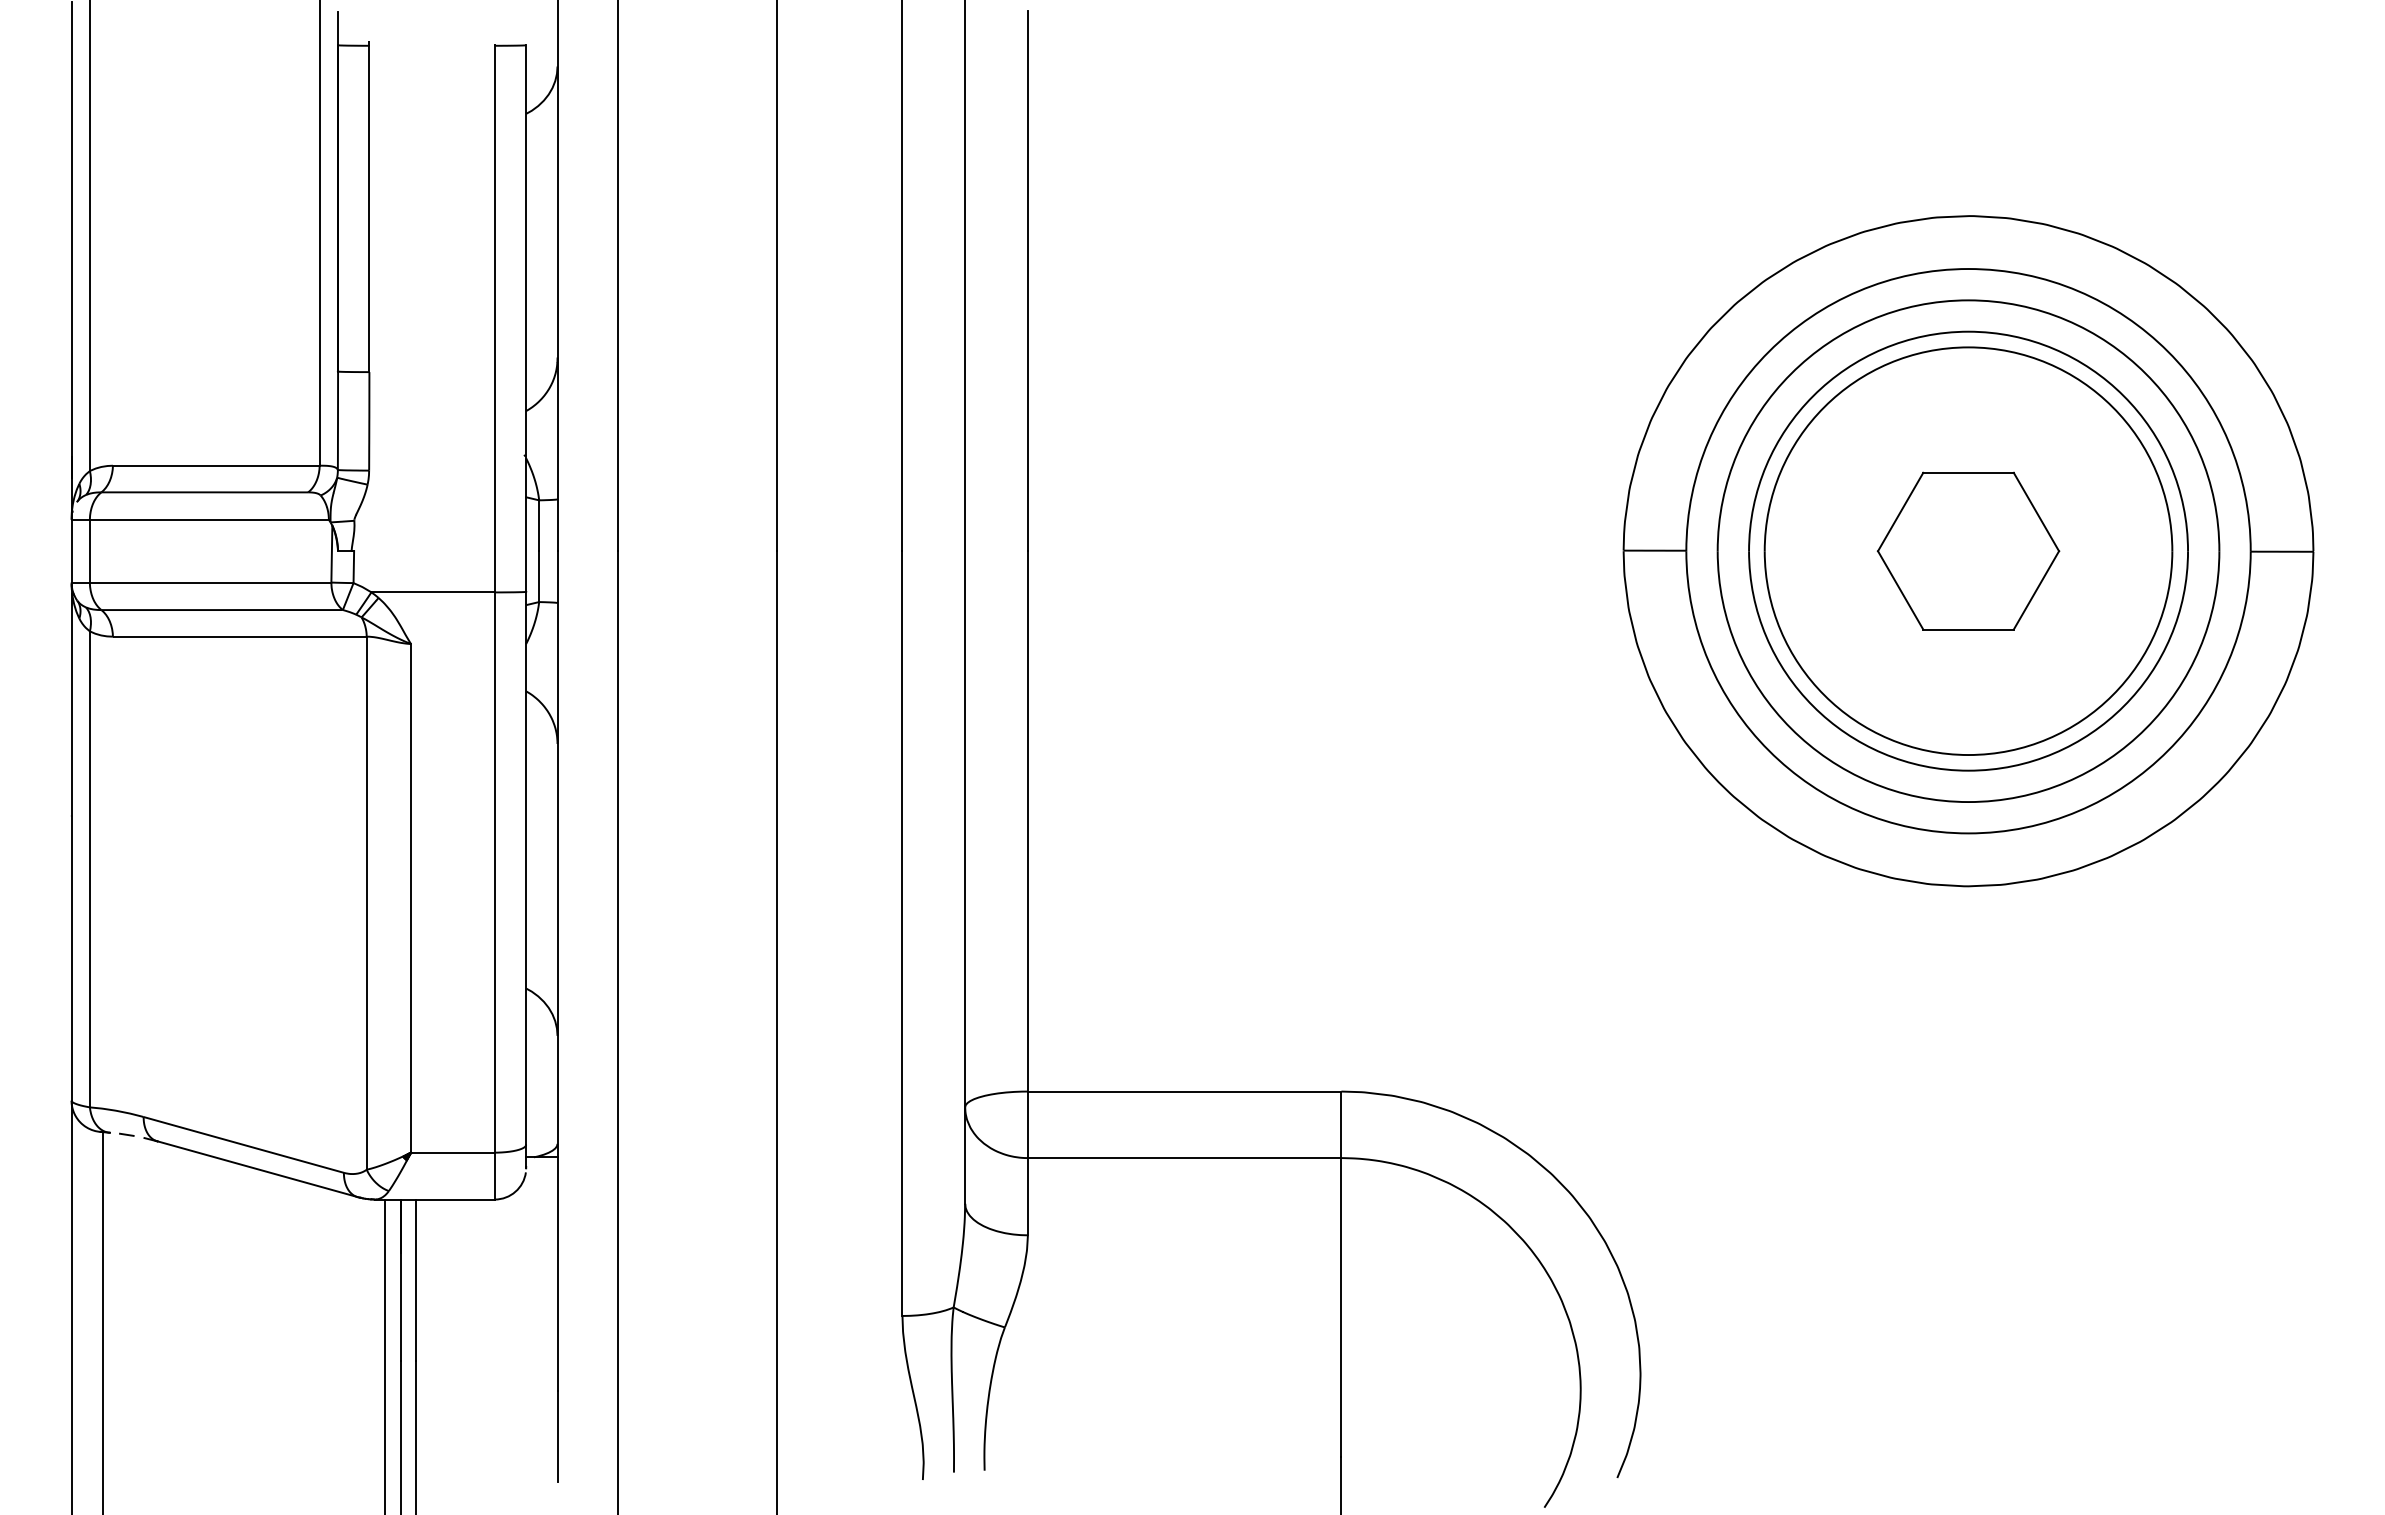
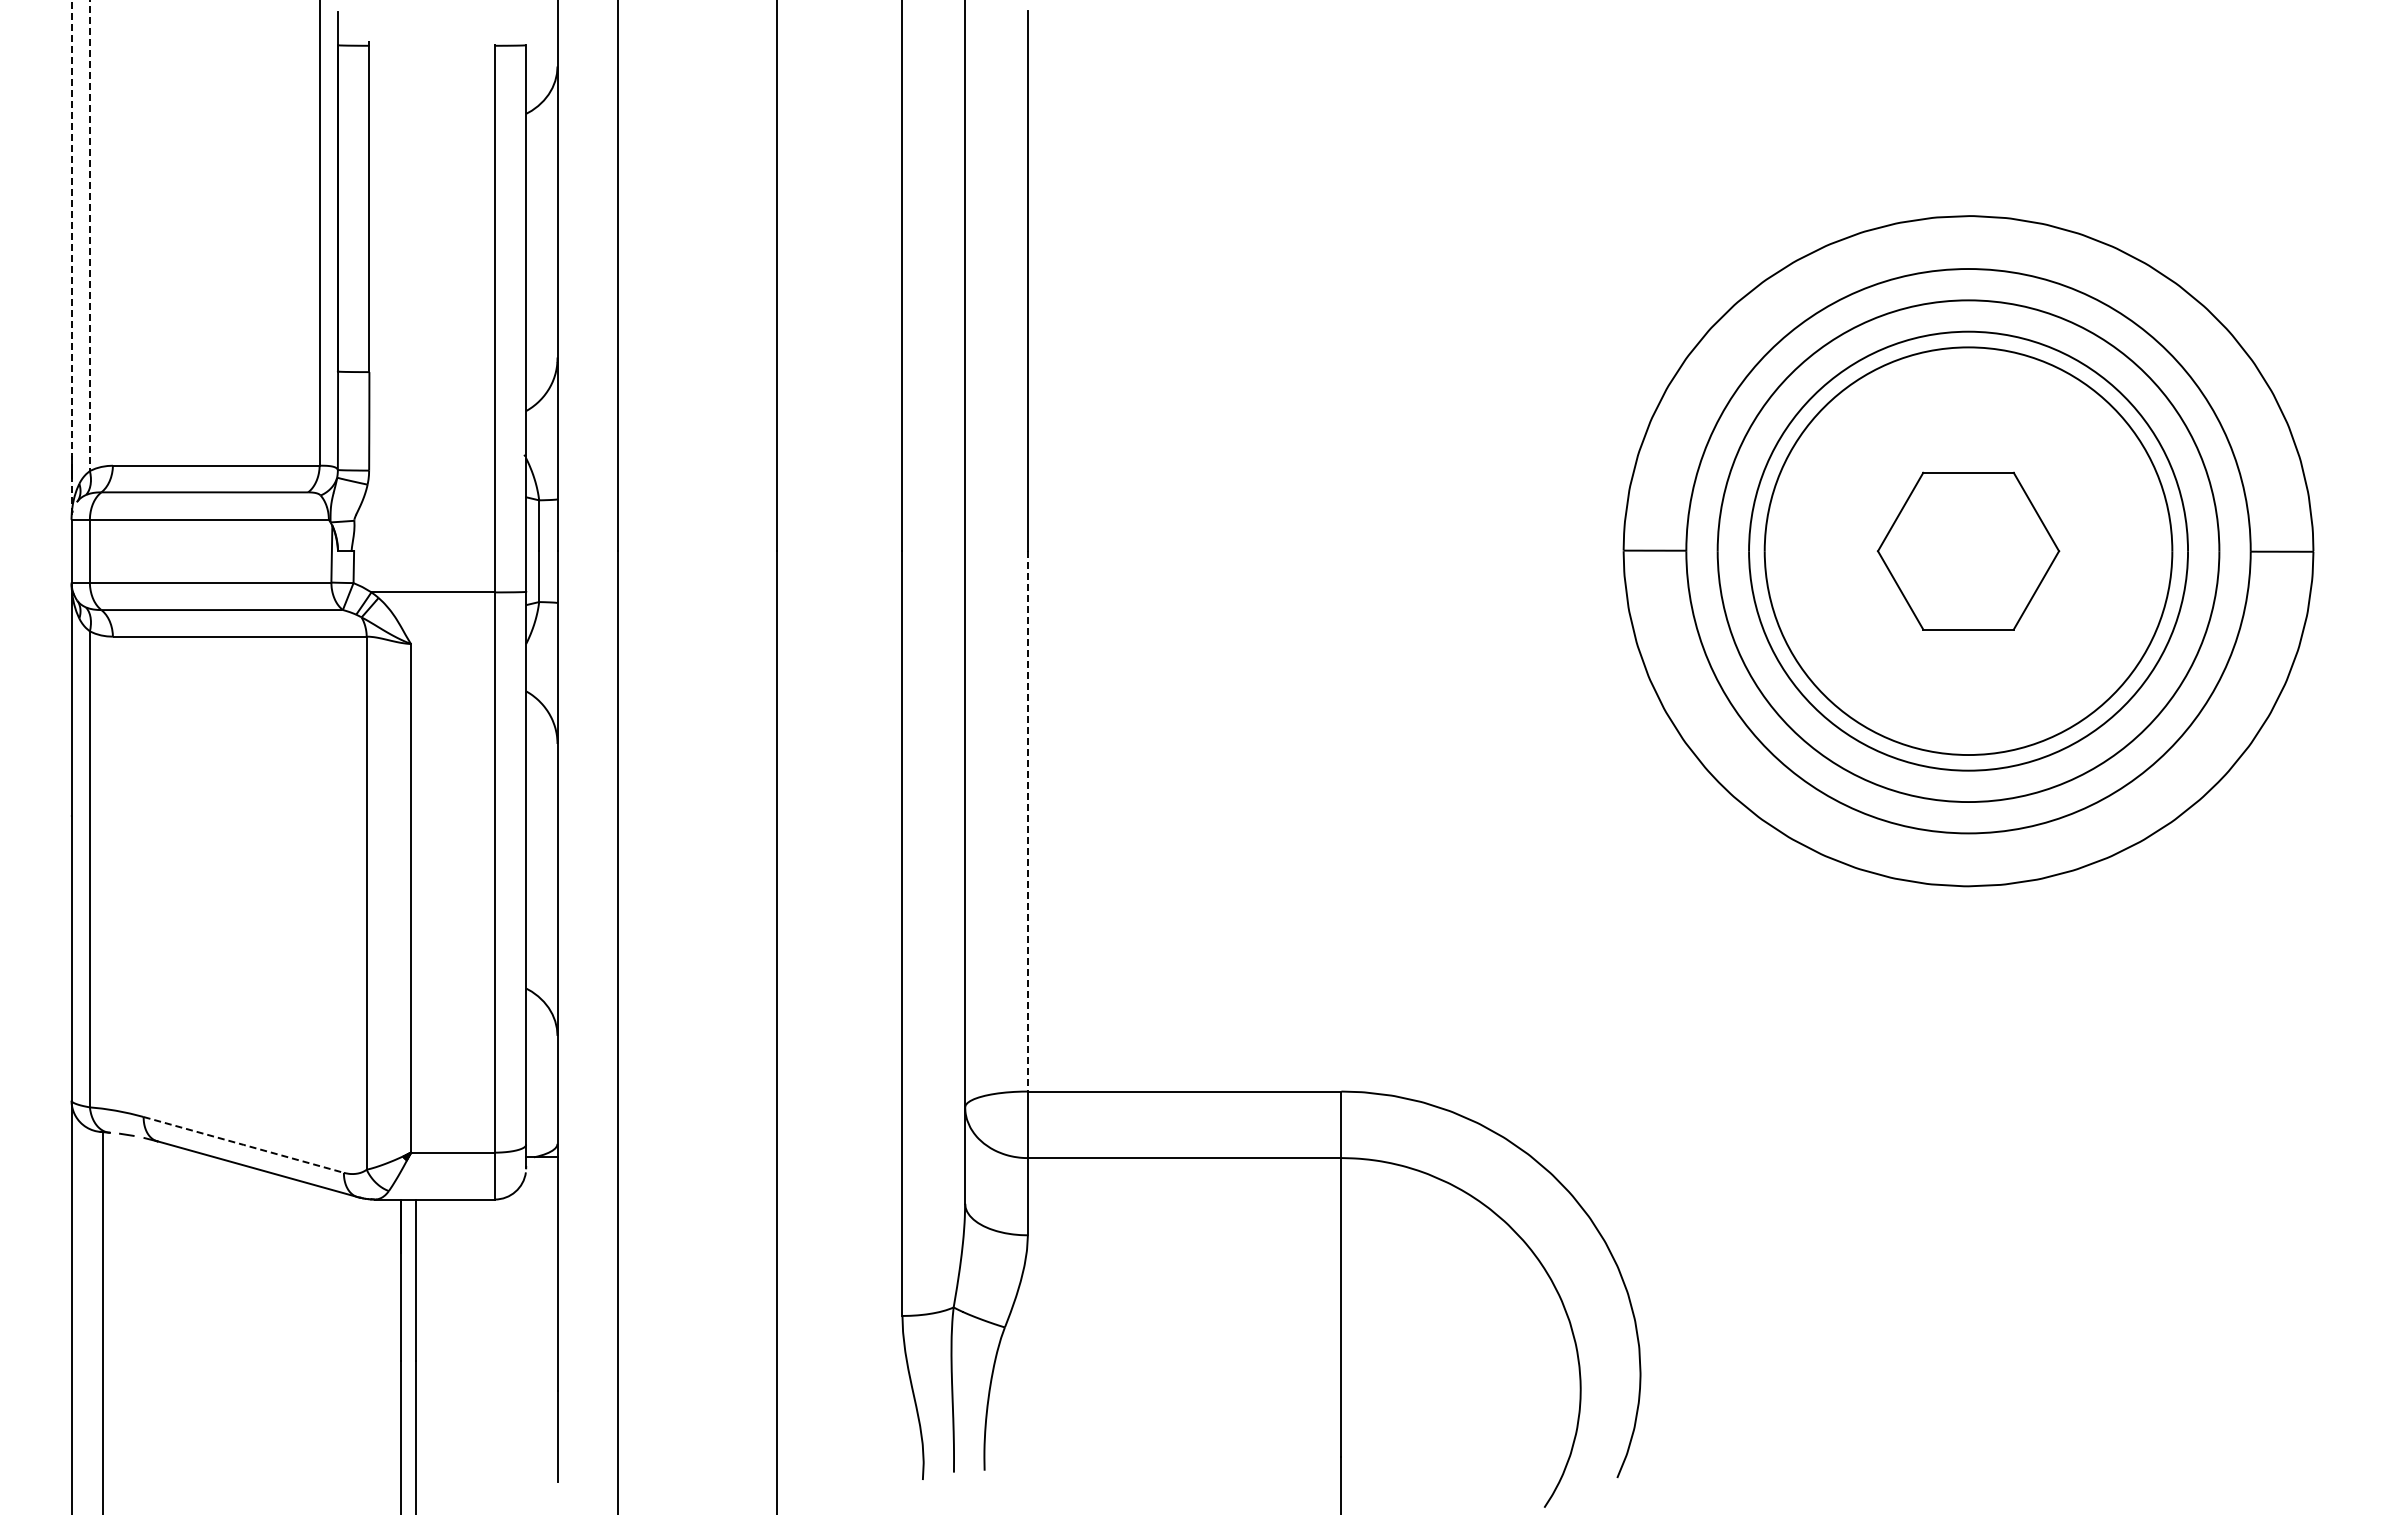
line at (89, 235): solid -> dashed
line at (71, 261): solid -> dashed
line at (1027, 821): solid -> dashed
line at (243, 1144): solid -> dashed
line at (385, 1355): present -> none
